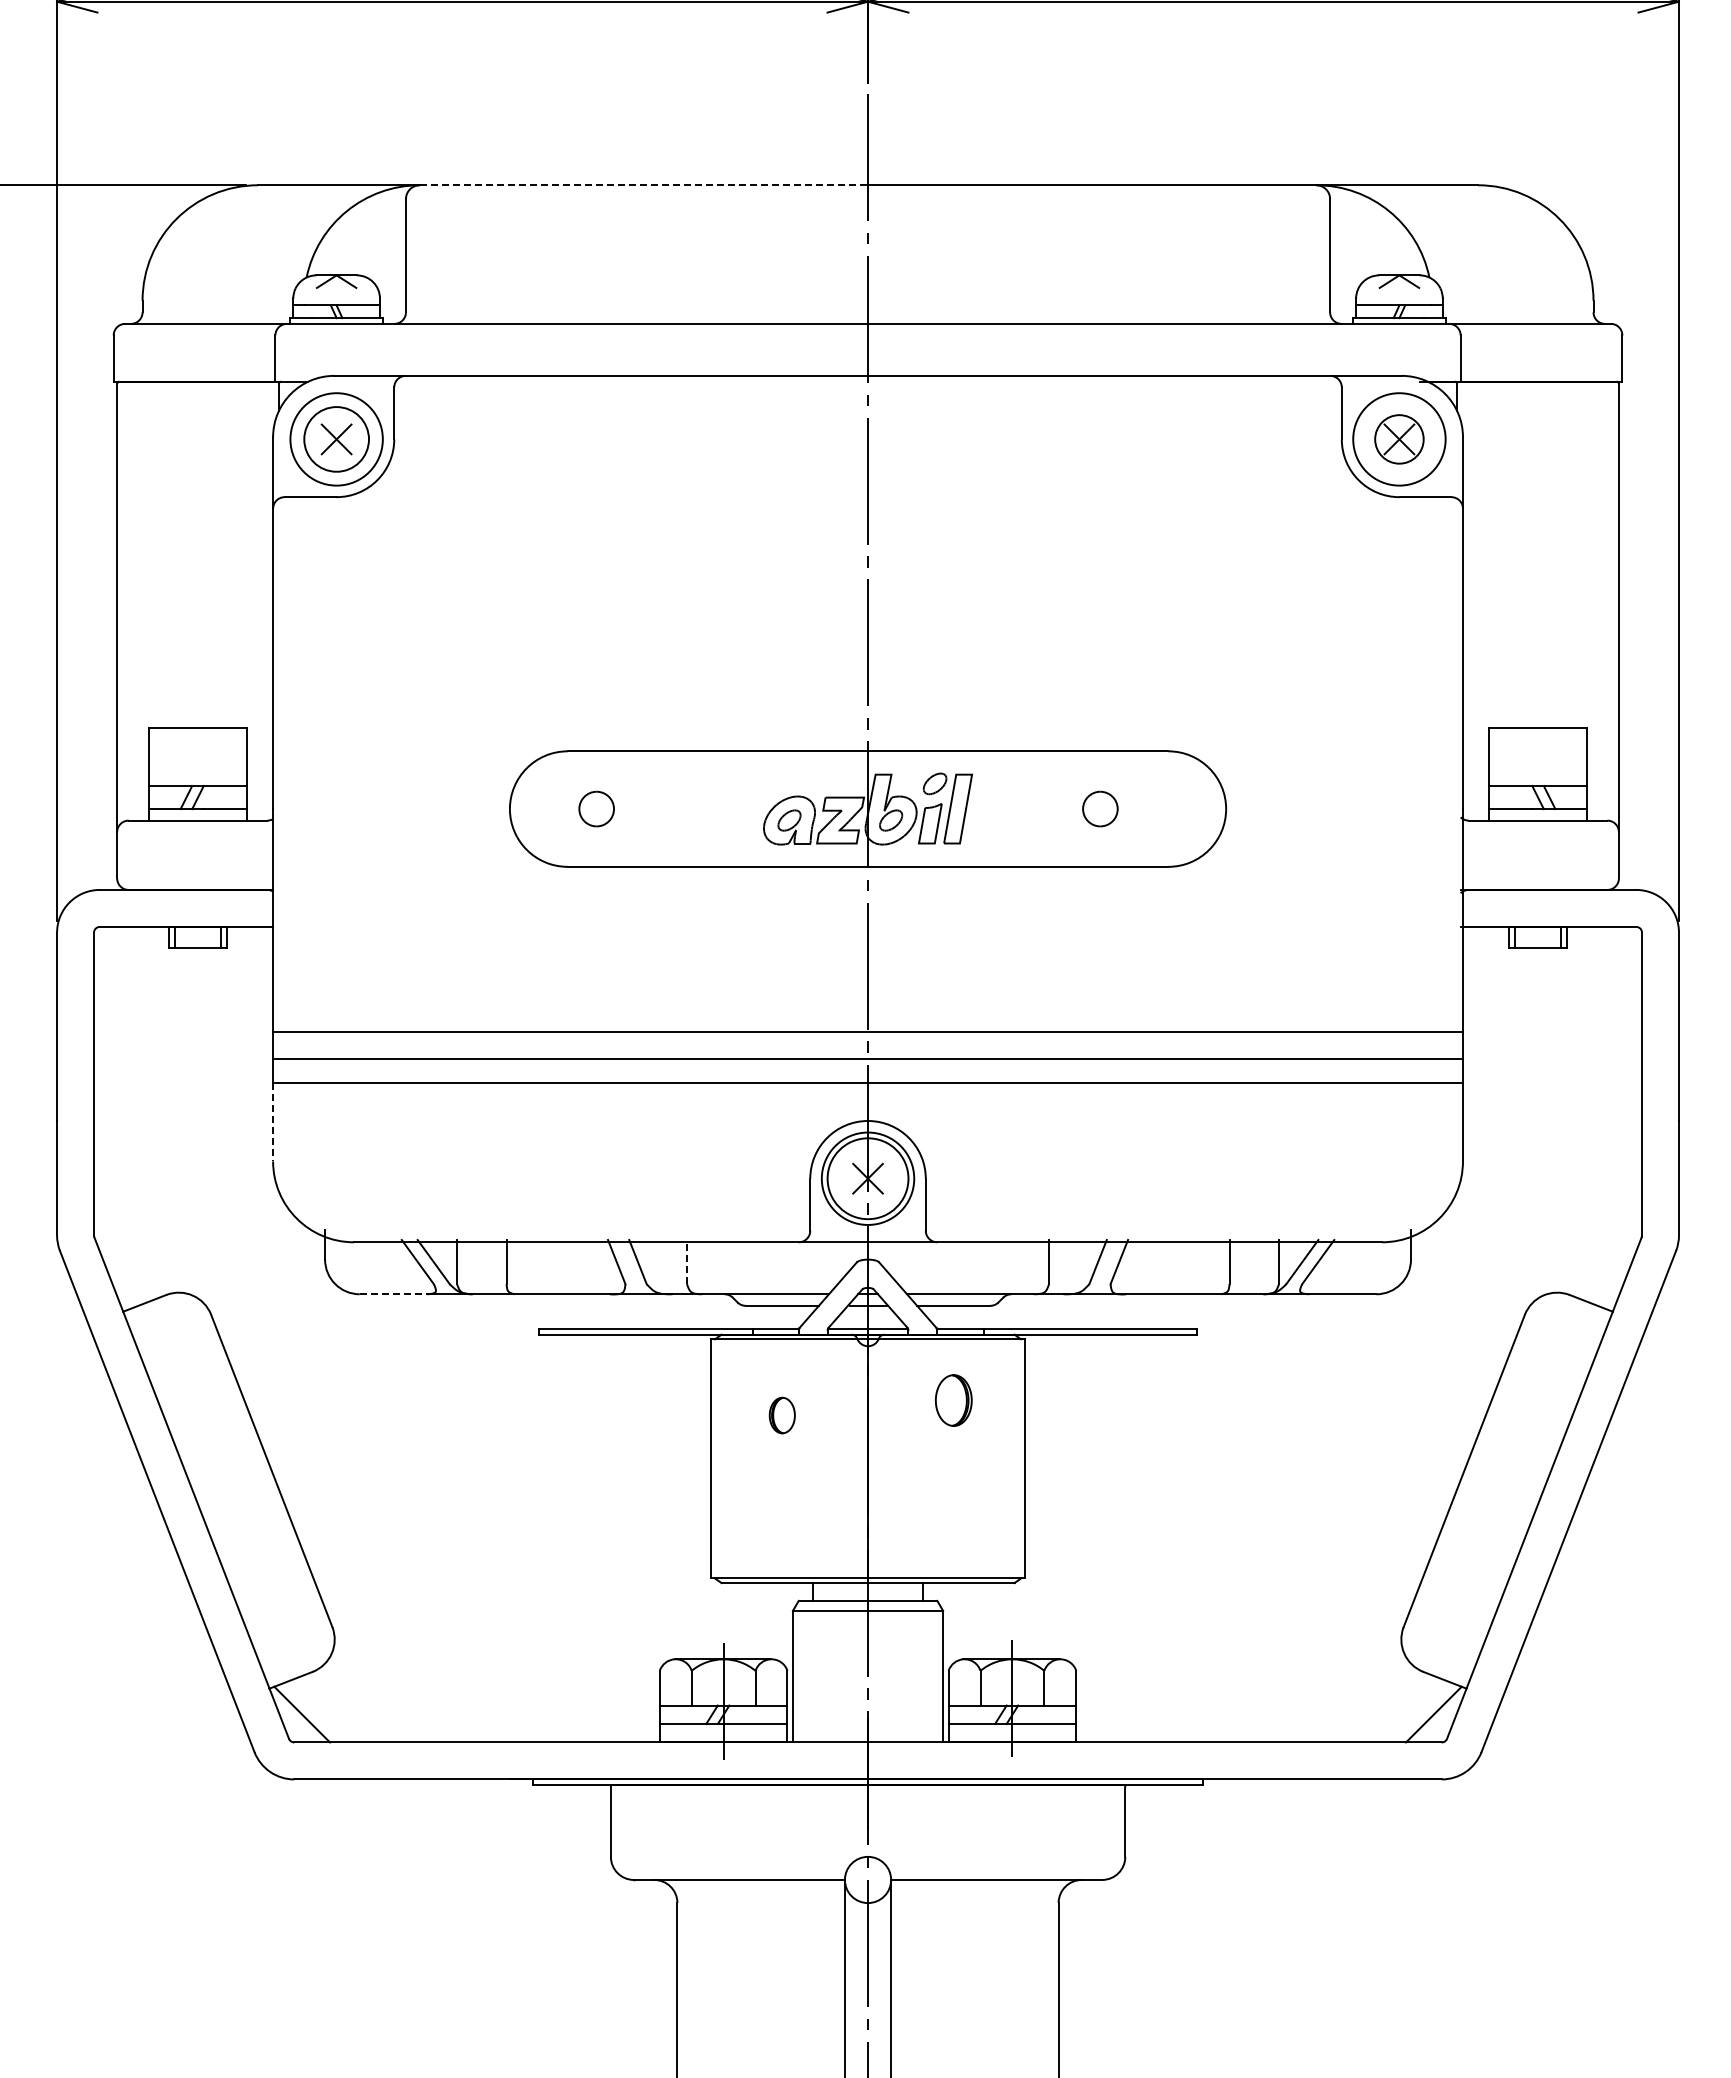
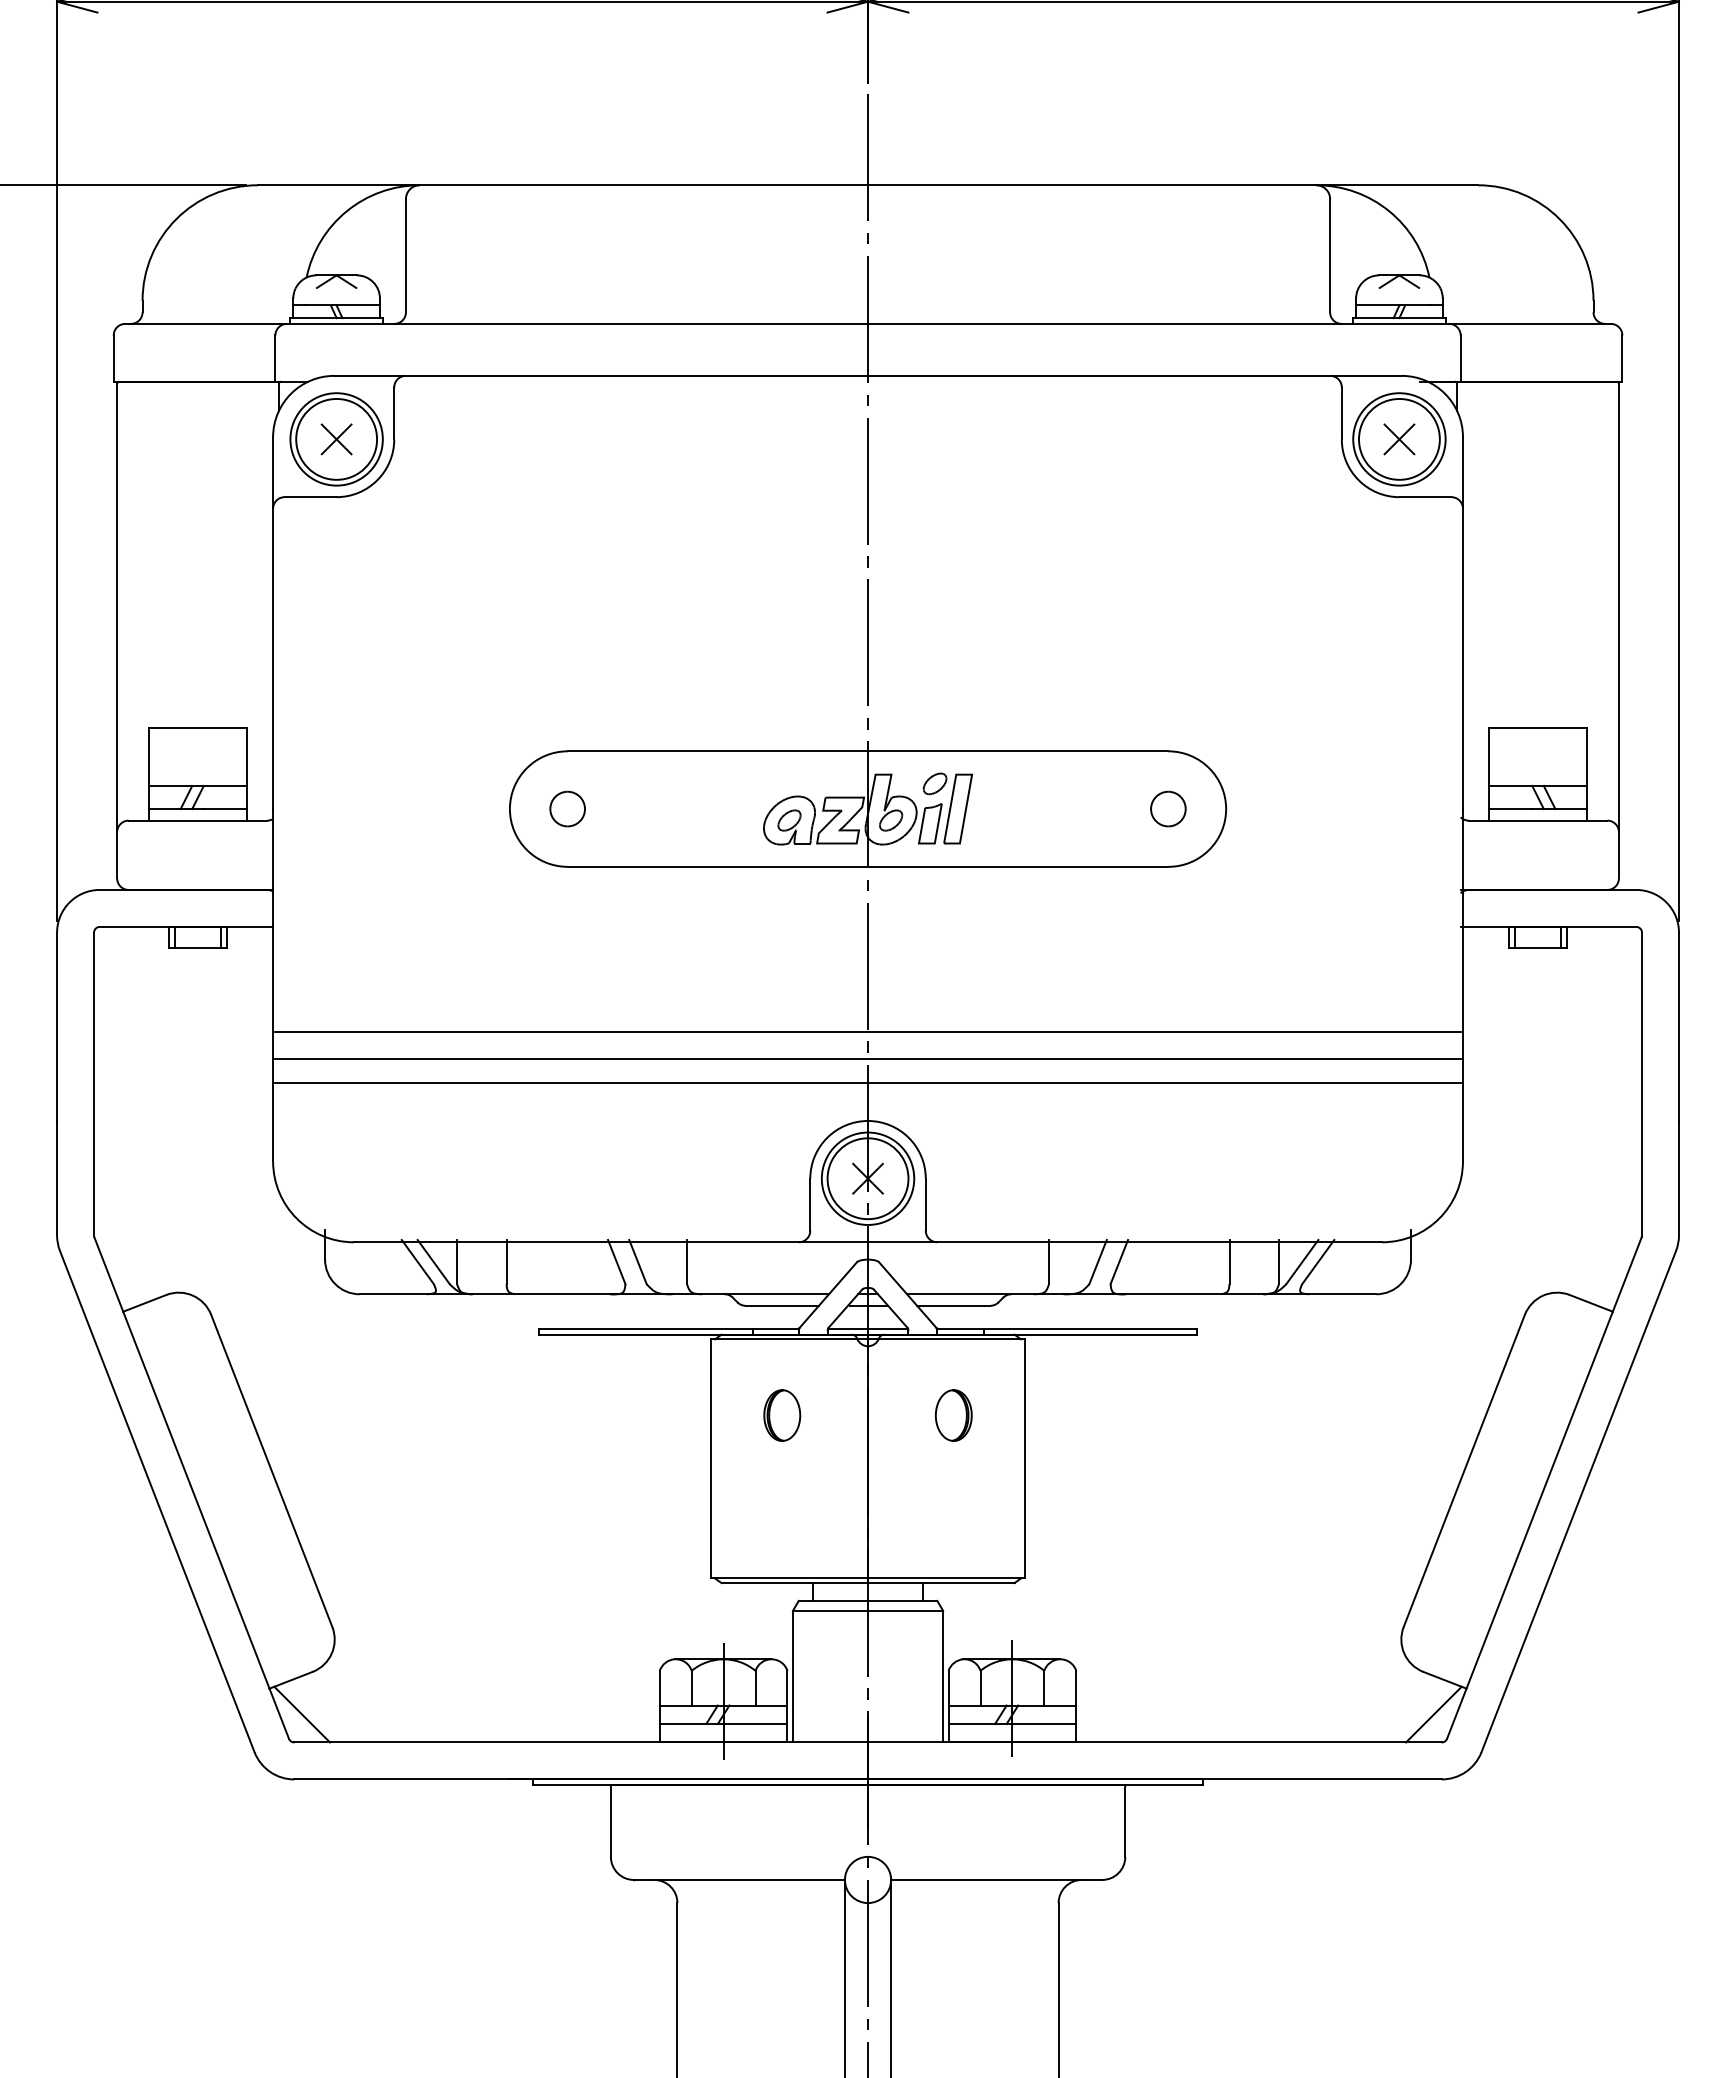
line at (644, 185): dashed -> solid
circle at (336, 439) diameter: 65 px -> 81 px
circle at (1399, 439) diameter: 49 px -> 81 px
part at (596, 808) position: (596, 808) -> (567, 808)
part at (1100, 808) position: (1100, 808) -> (1168, 808)
line at (273, 1122): dashed -> solid
line at (687, 1261): dashed -> solid
line at (393, 1294): dashed -> solid
part at (953, 1400) position: (953, 1400) -> (953, 1415)
part at (781, 1415) size: 28x39 px -> 39x53 px
